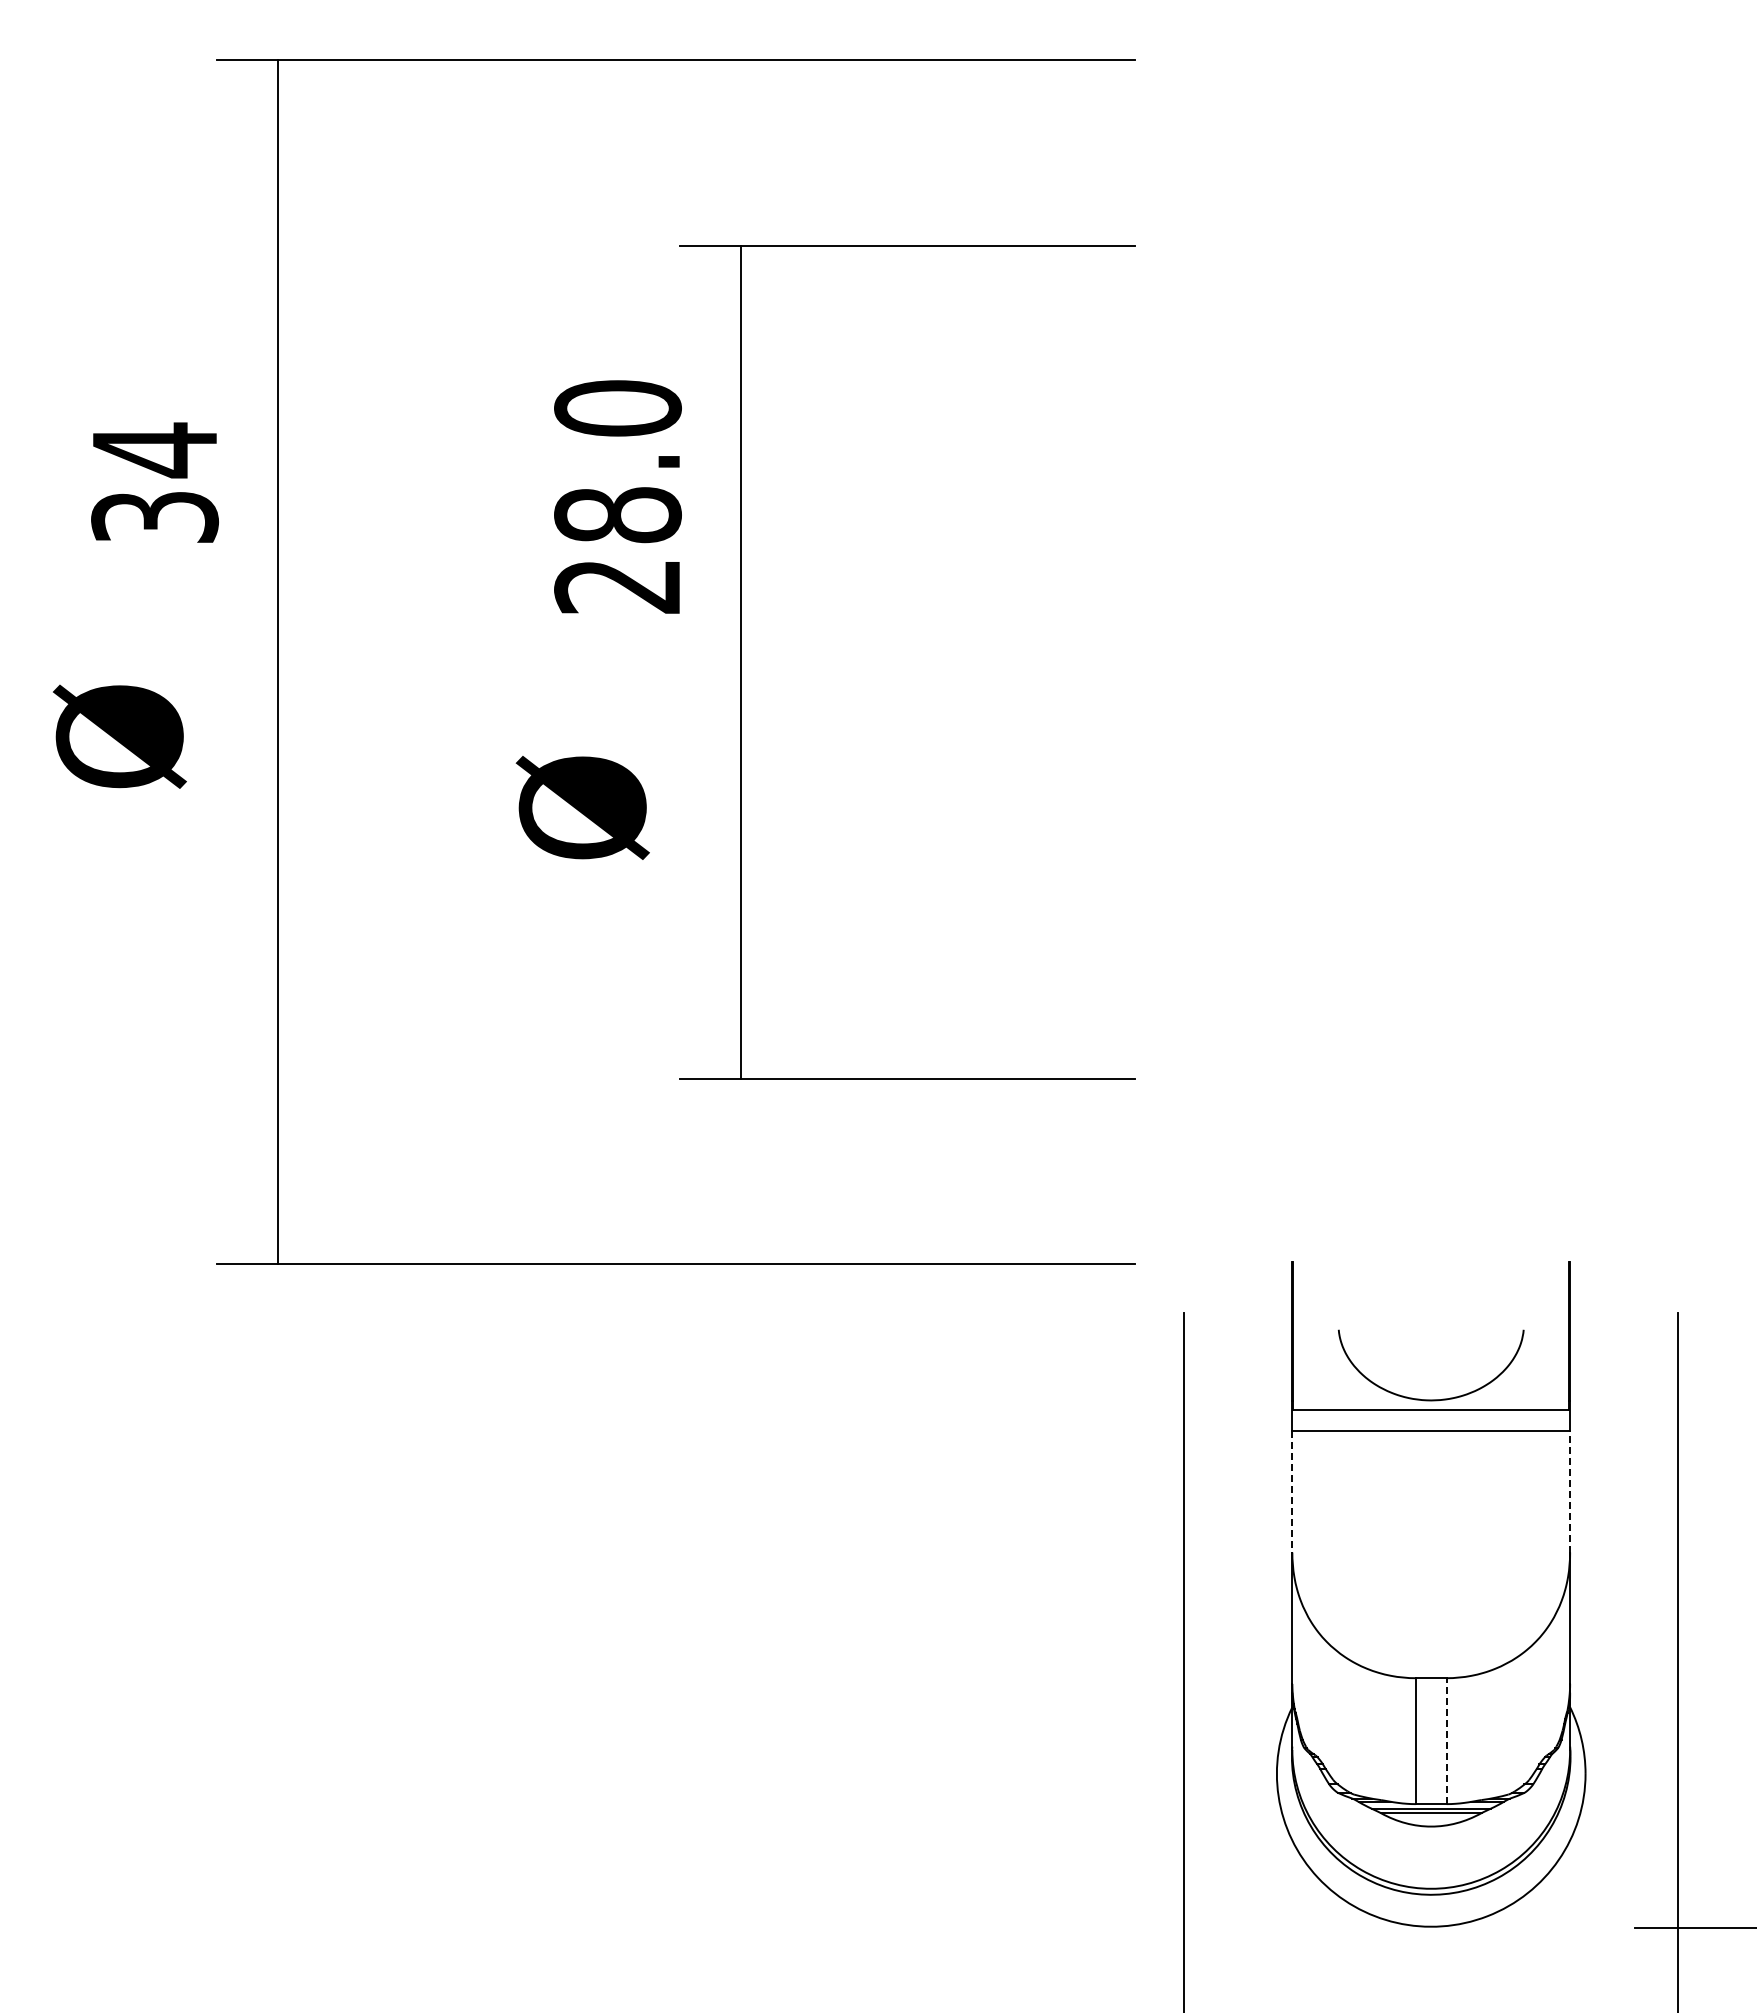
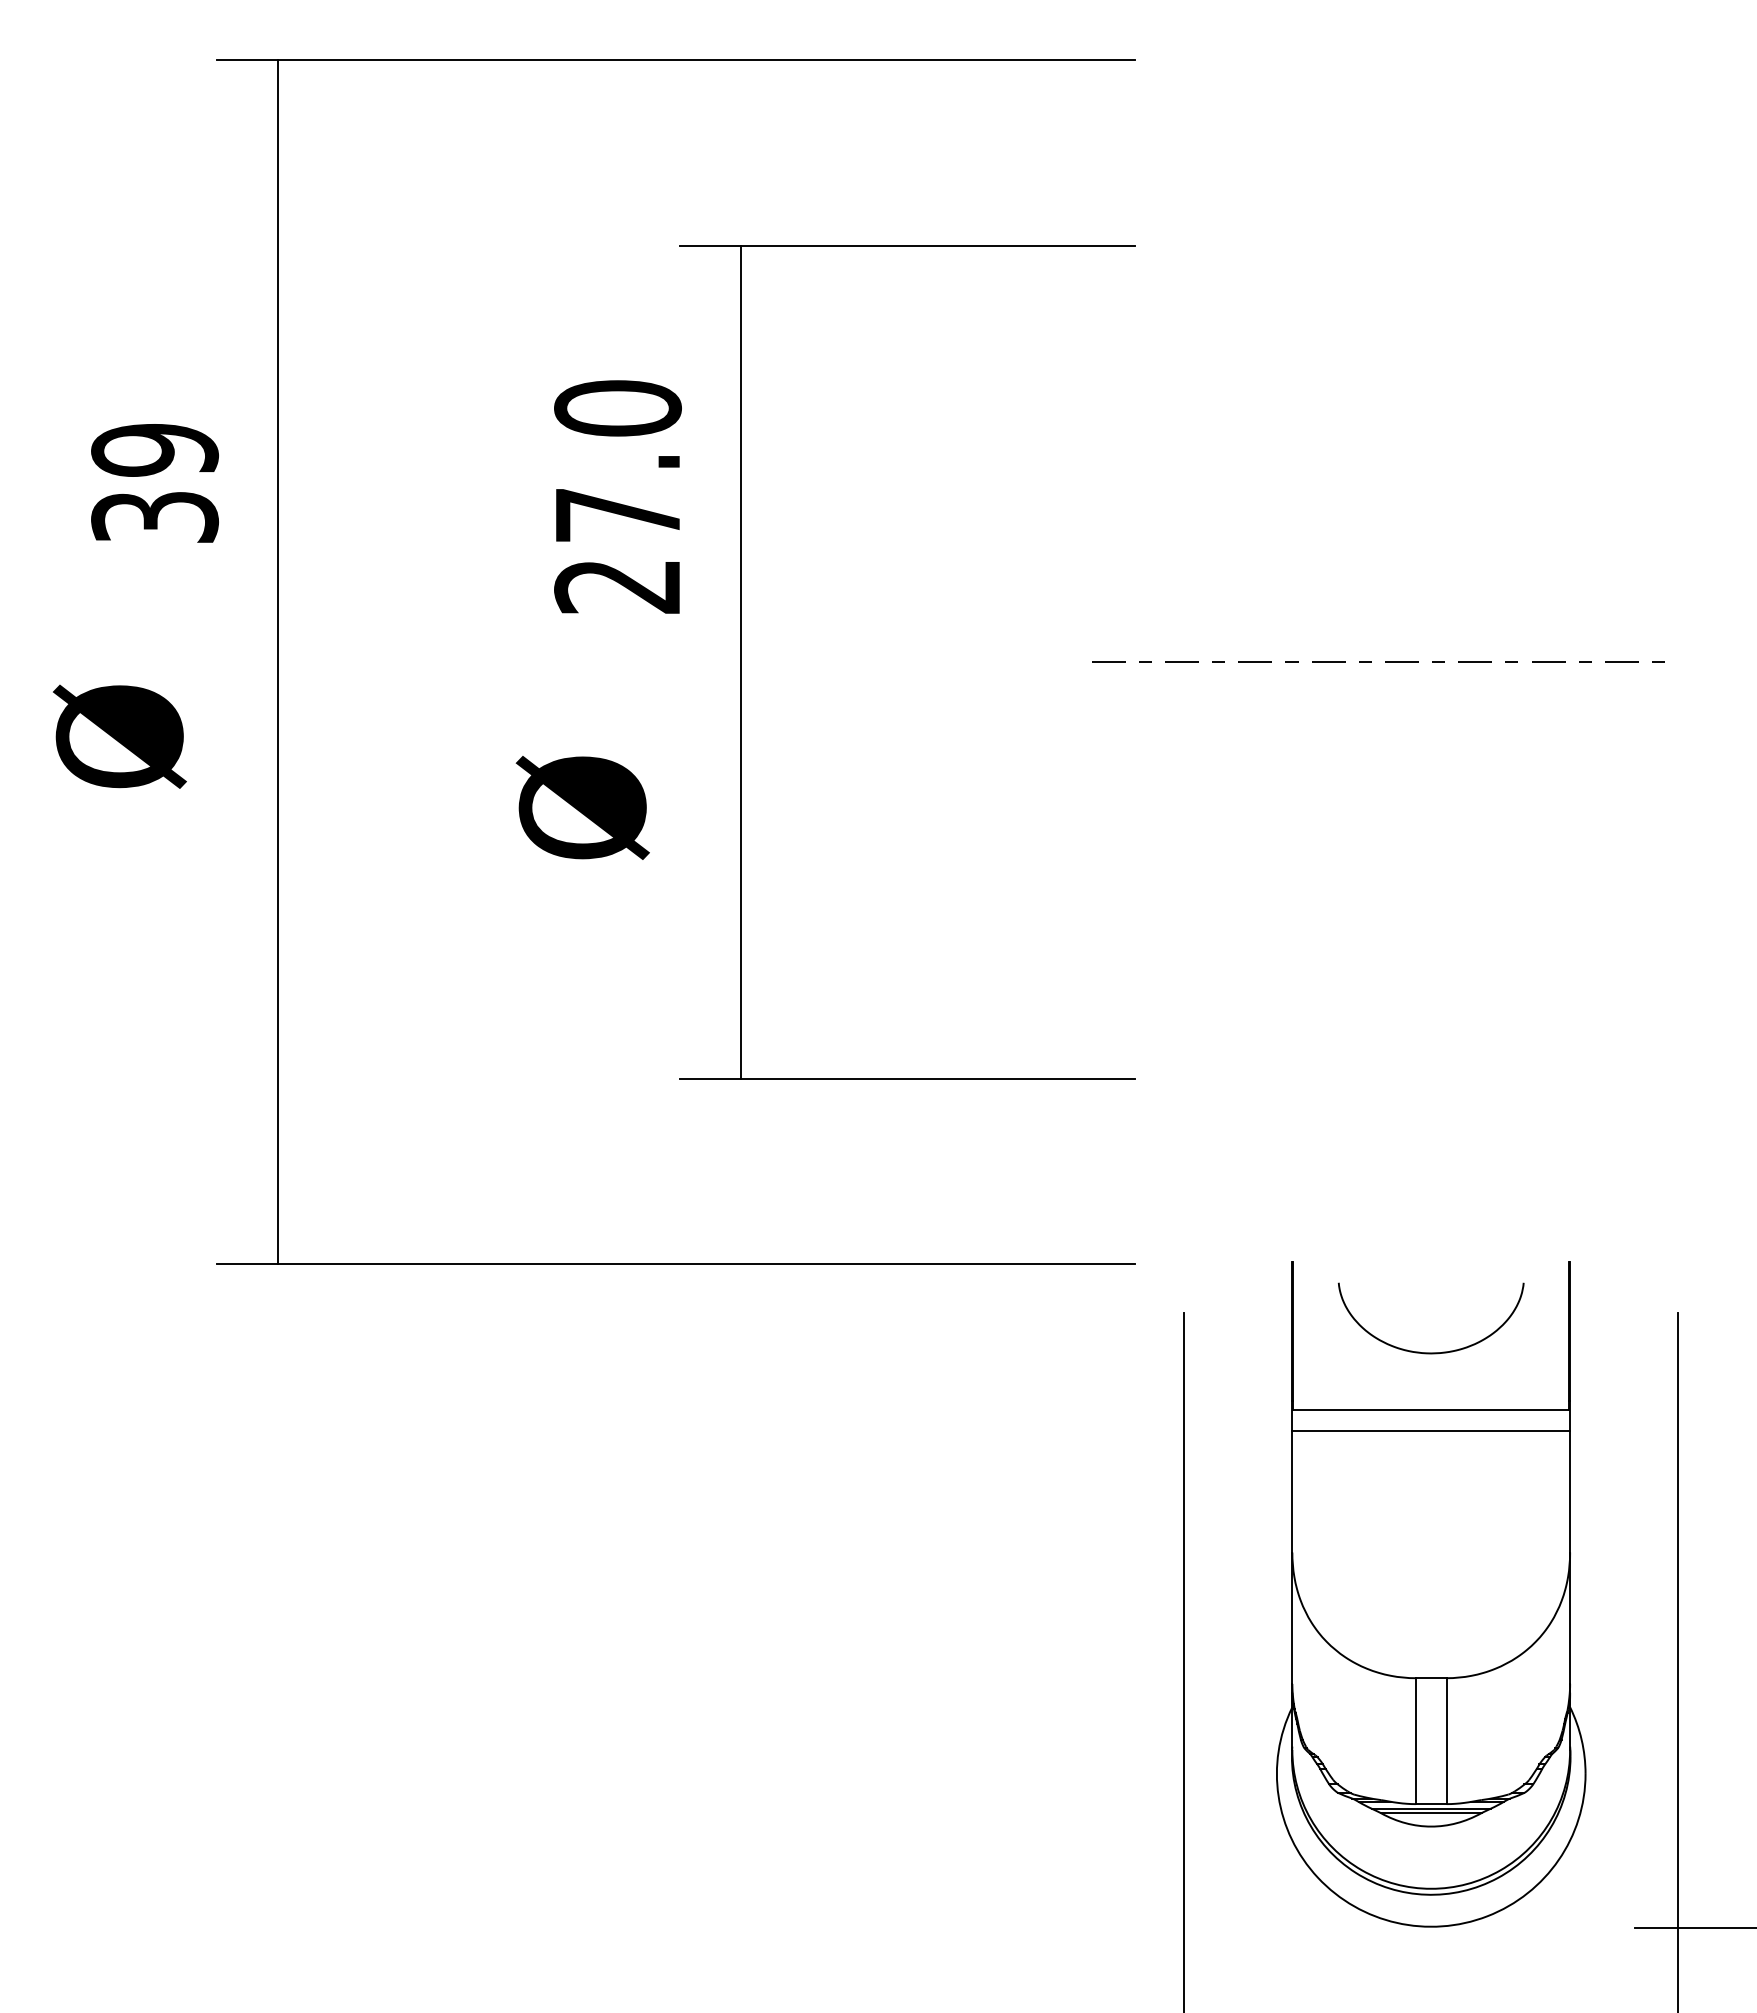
text at (154, 450): 34 -> 39
text at (617, 515): 28.0 -> 27.0
line at (1371, 661): none -> present
curve at (1430, 1399) position: (1430, 1399) -> (1430, 1352)
line at (1292, 1491): dashed -> solid
line at (1570, 1491): dashed -> solid
line at (1446, 1741): dashed -> solid
